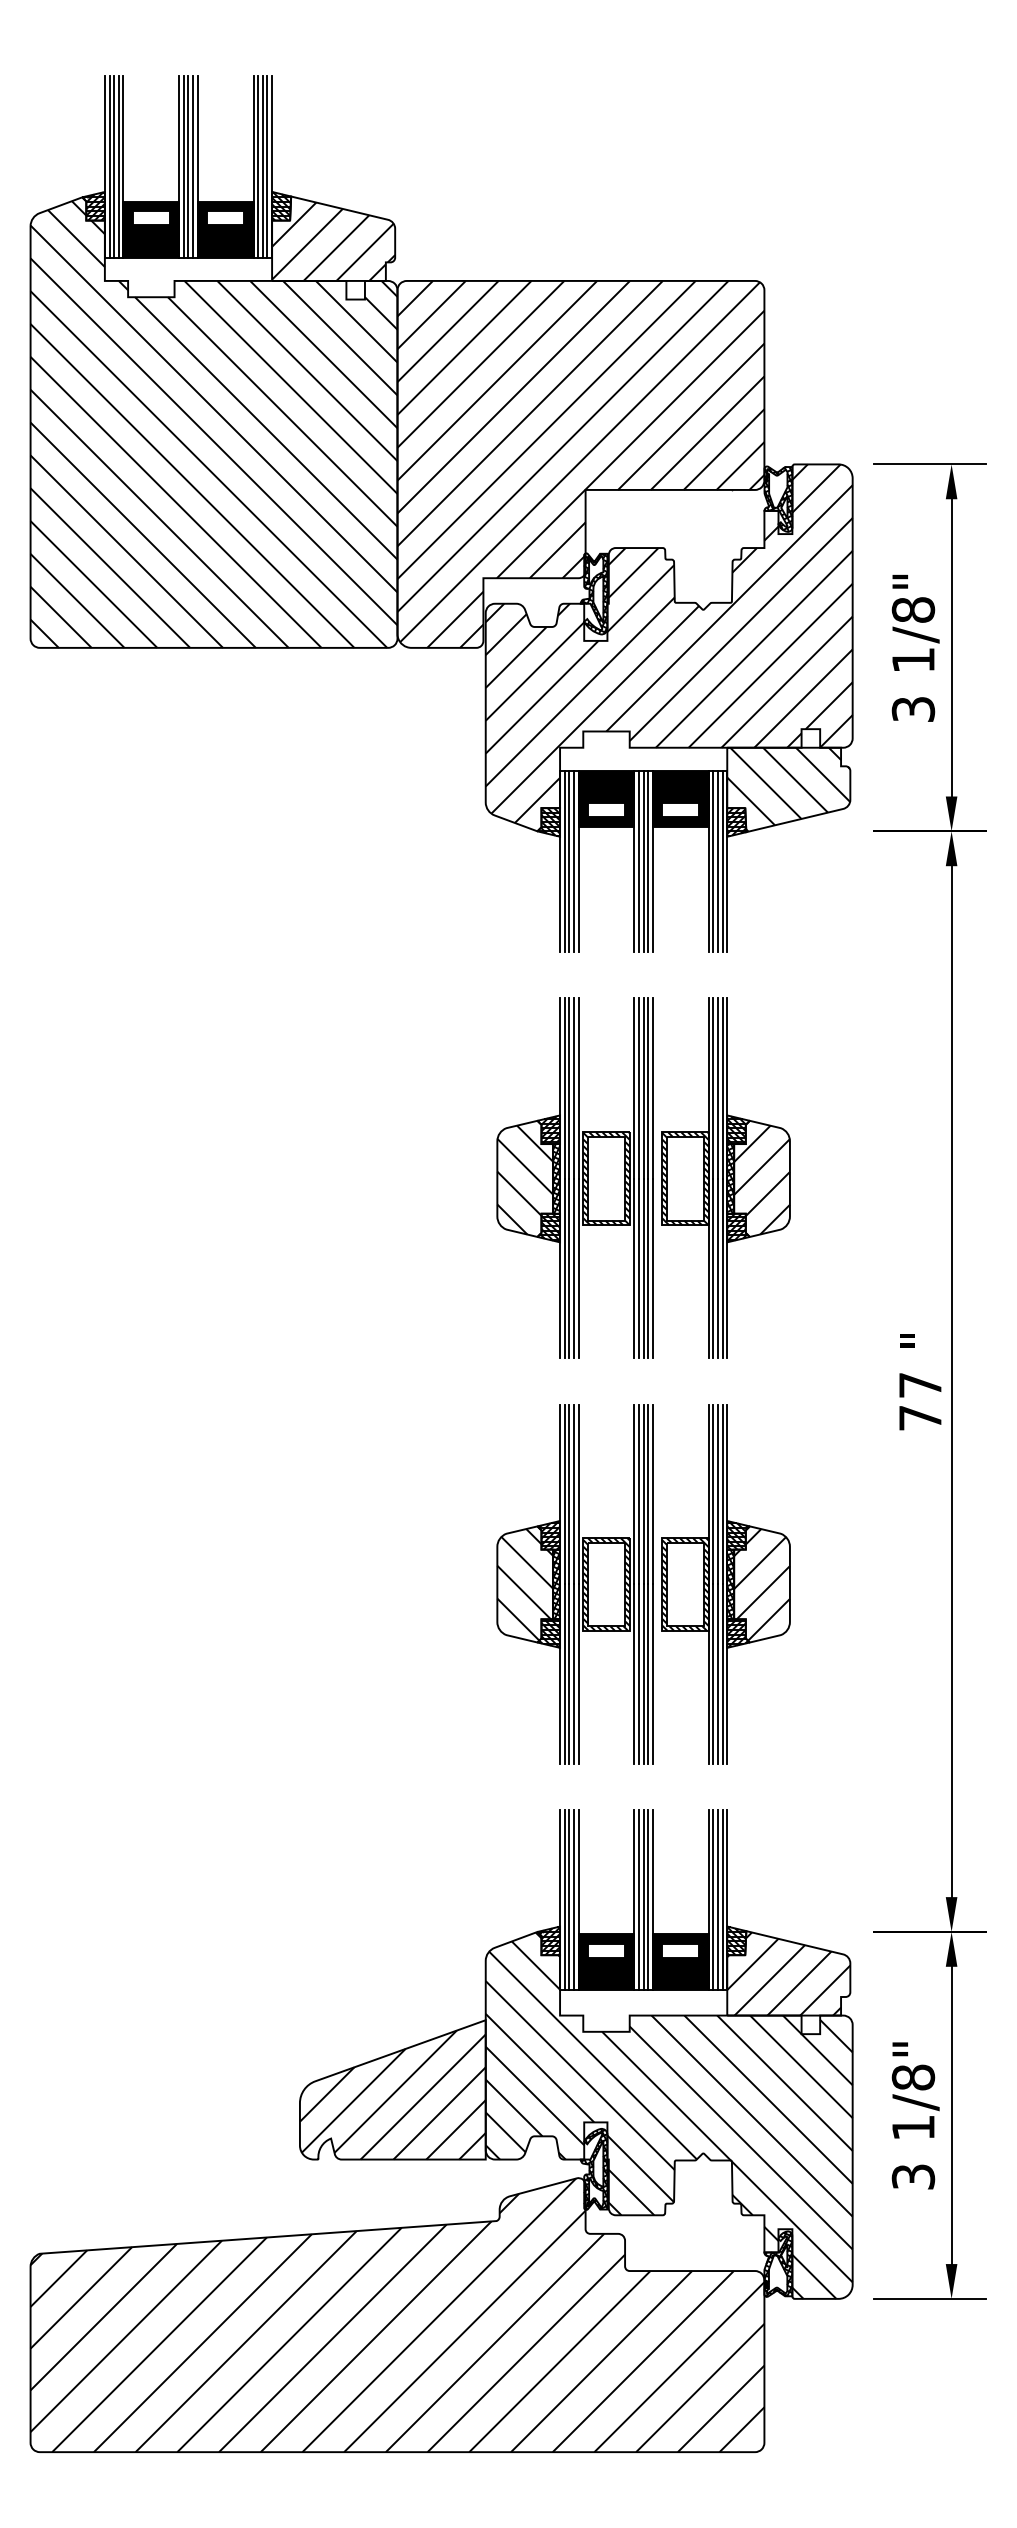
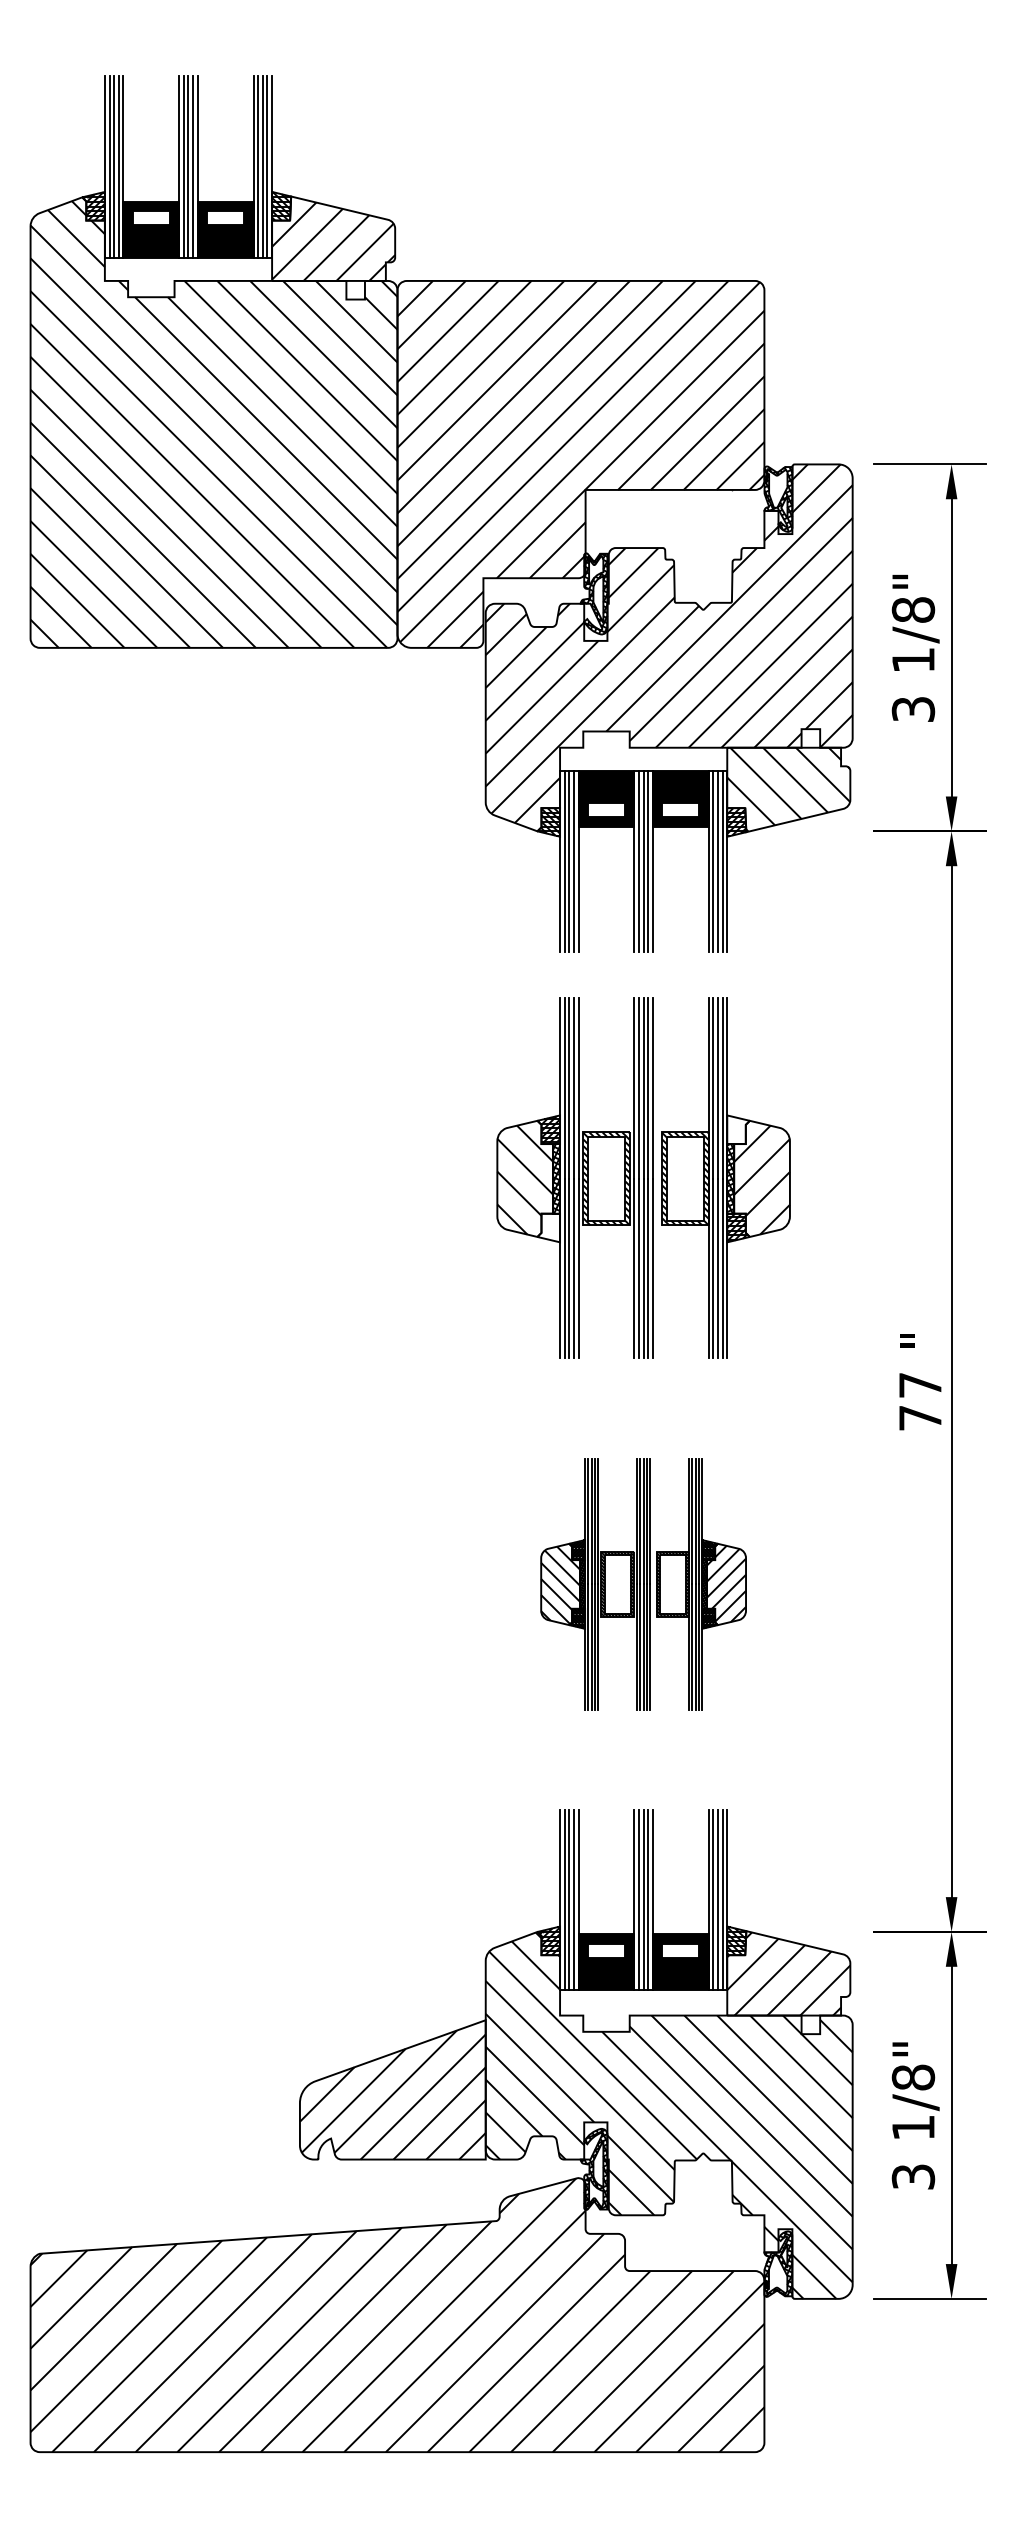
hatch at (738, 1130): present -> none
hatch at (549, 1226): present -> none
part at (643, 1584) size: 295x361 px -> 207x253 px
